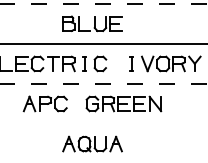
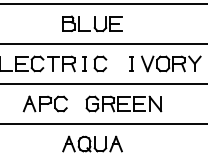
line at (104, 3): dashed -> solid
line at (104, 83): dashed -> solid
line at (103, 123): none -> present
